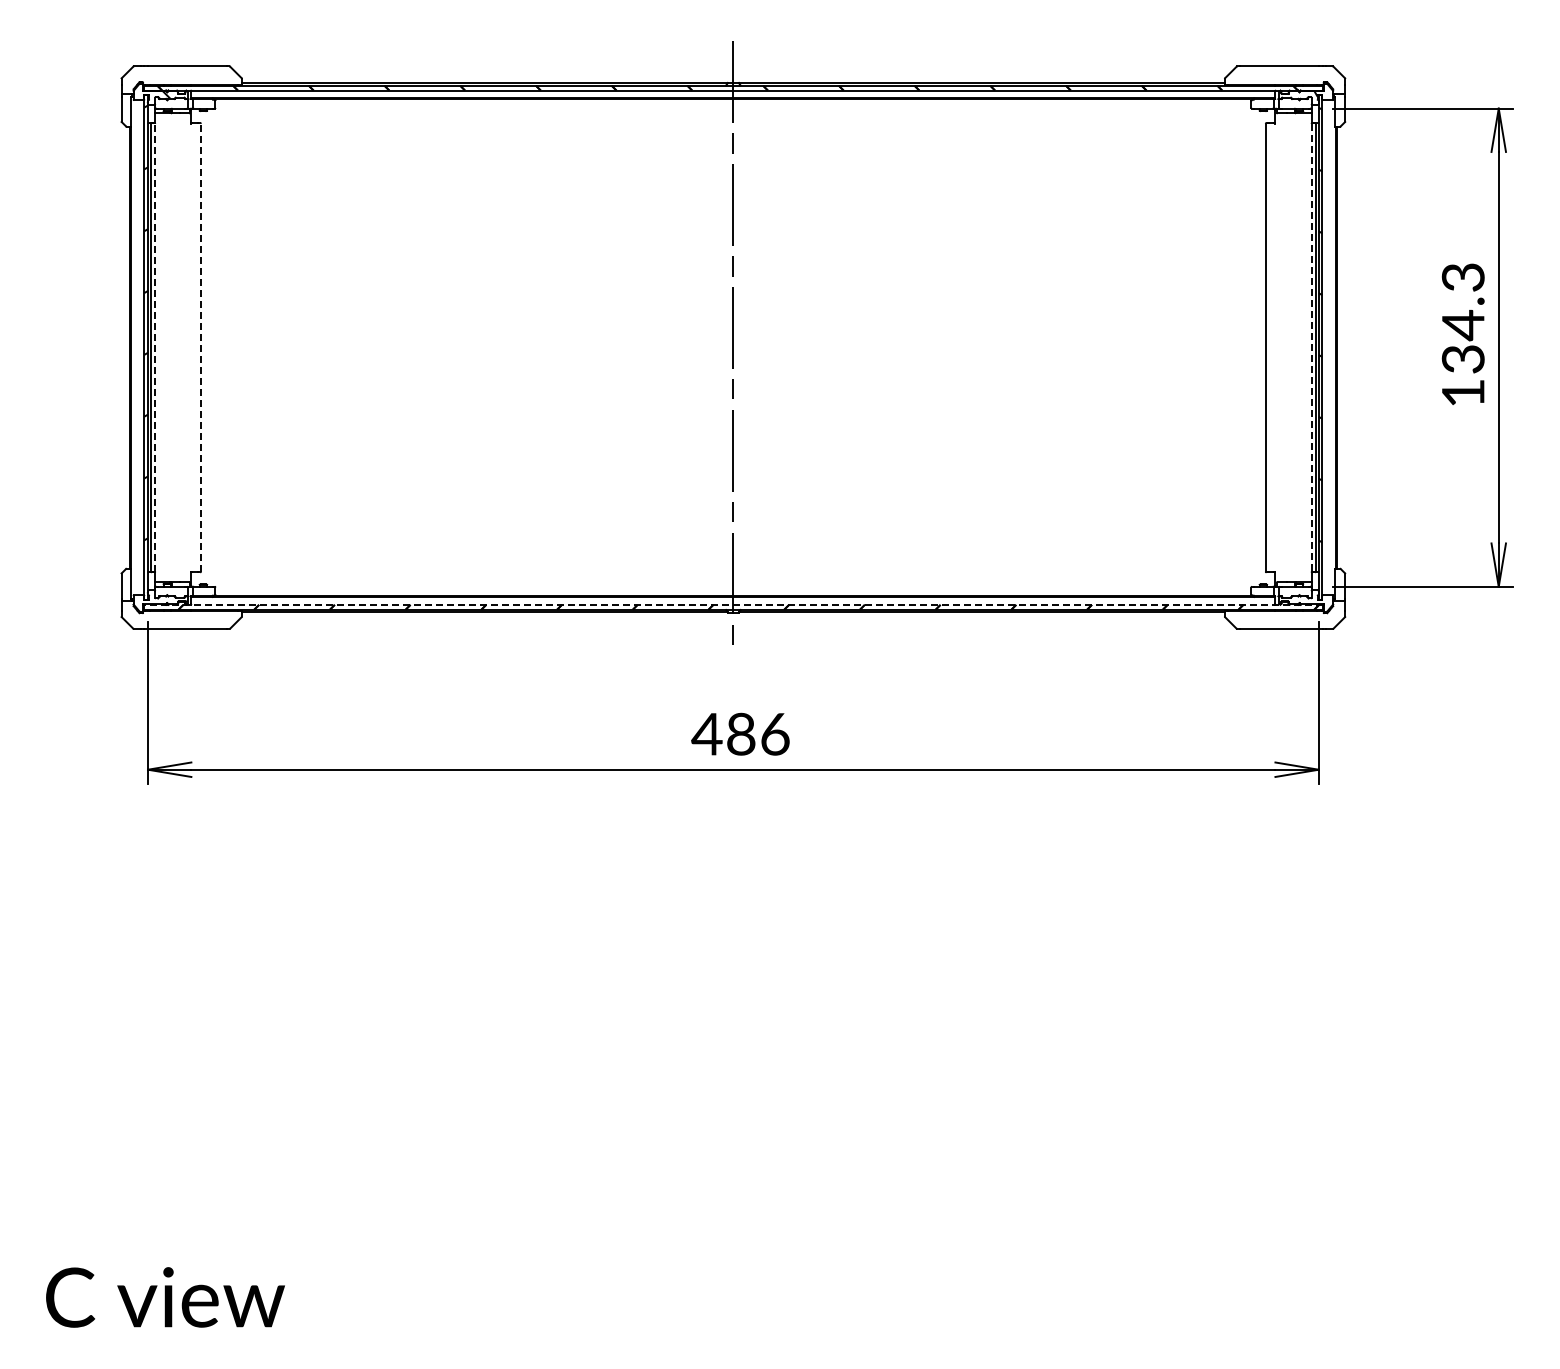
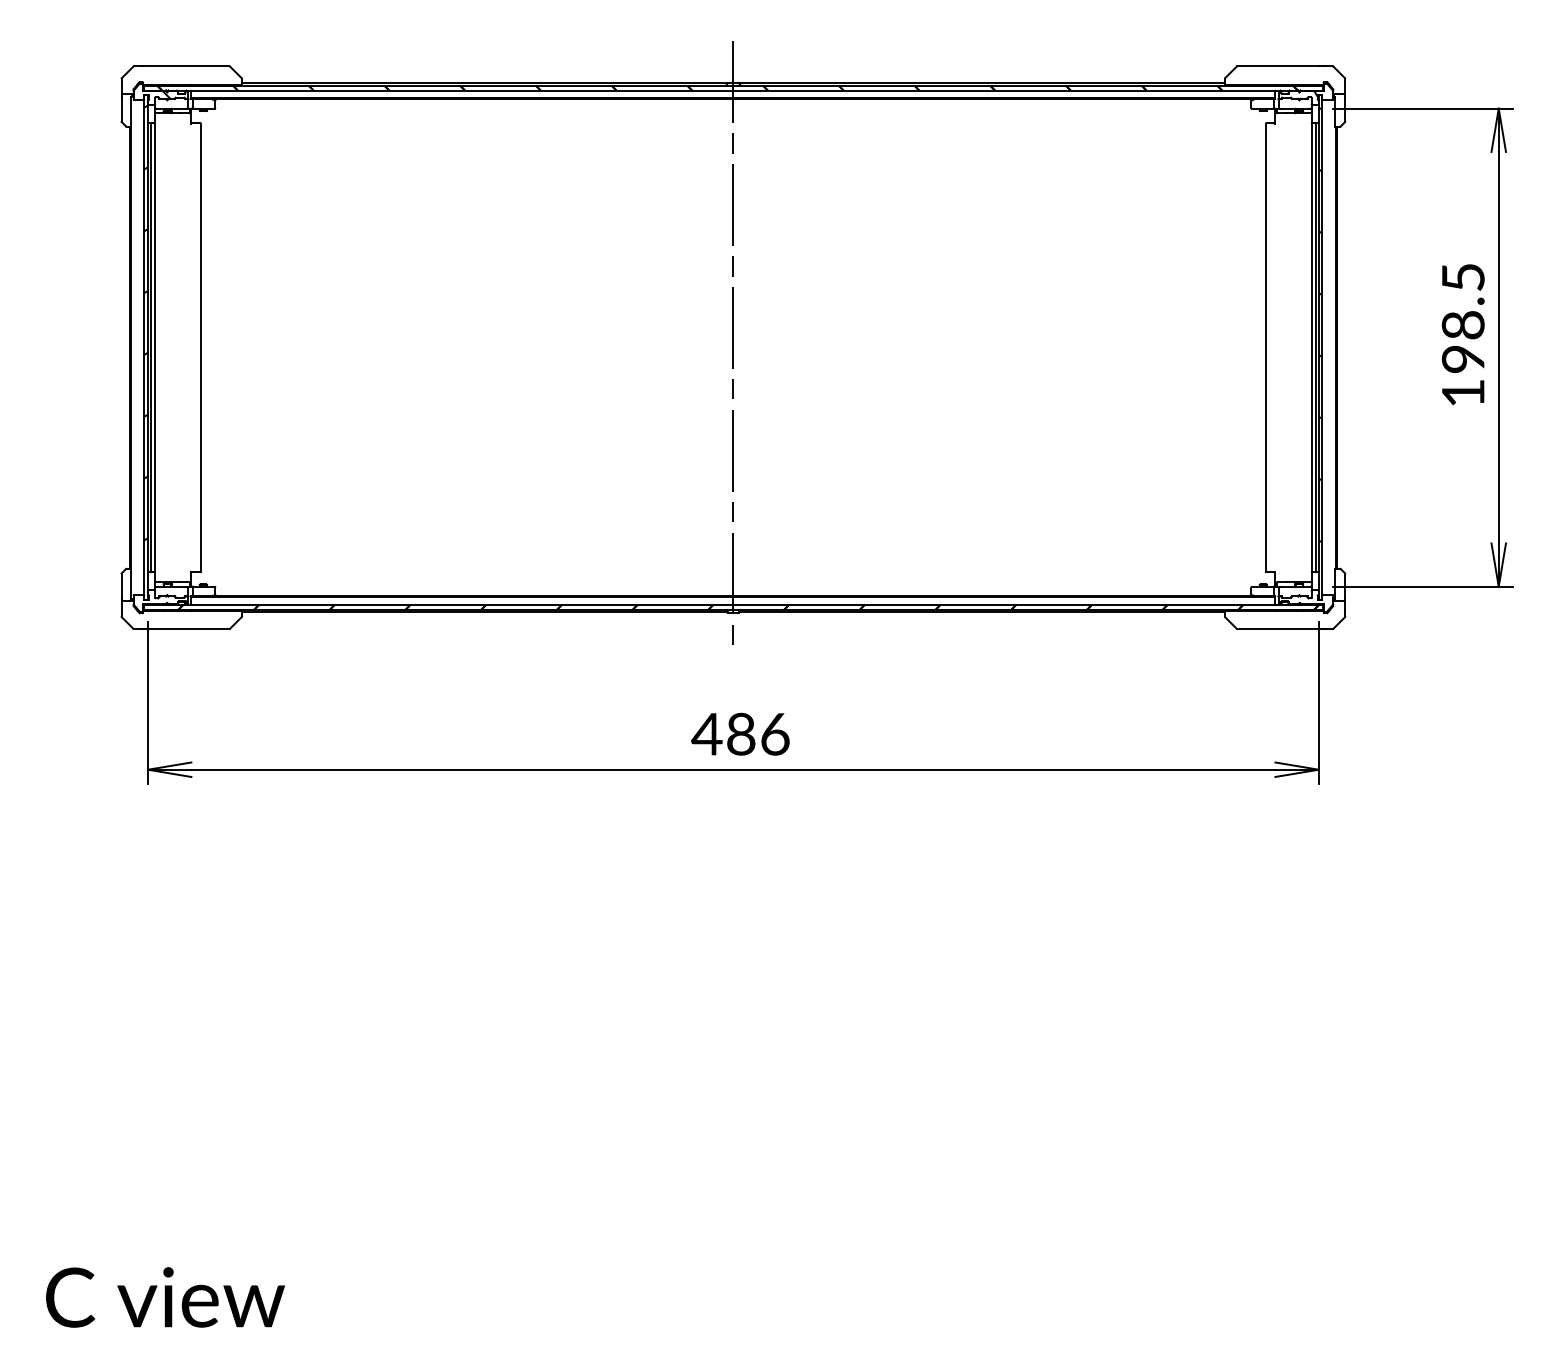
text at (1462, 318): 134.3 -> 198.5
line at (155, 347): dashed -> solid
line at (201, 347): dashed -> solid
line at (1311, 347): dashed -> solid
line at (732, 604): dashed -> solid
